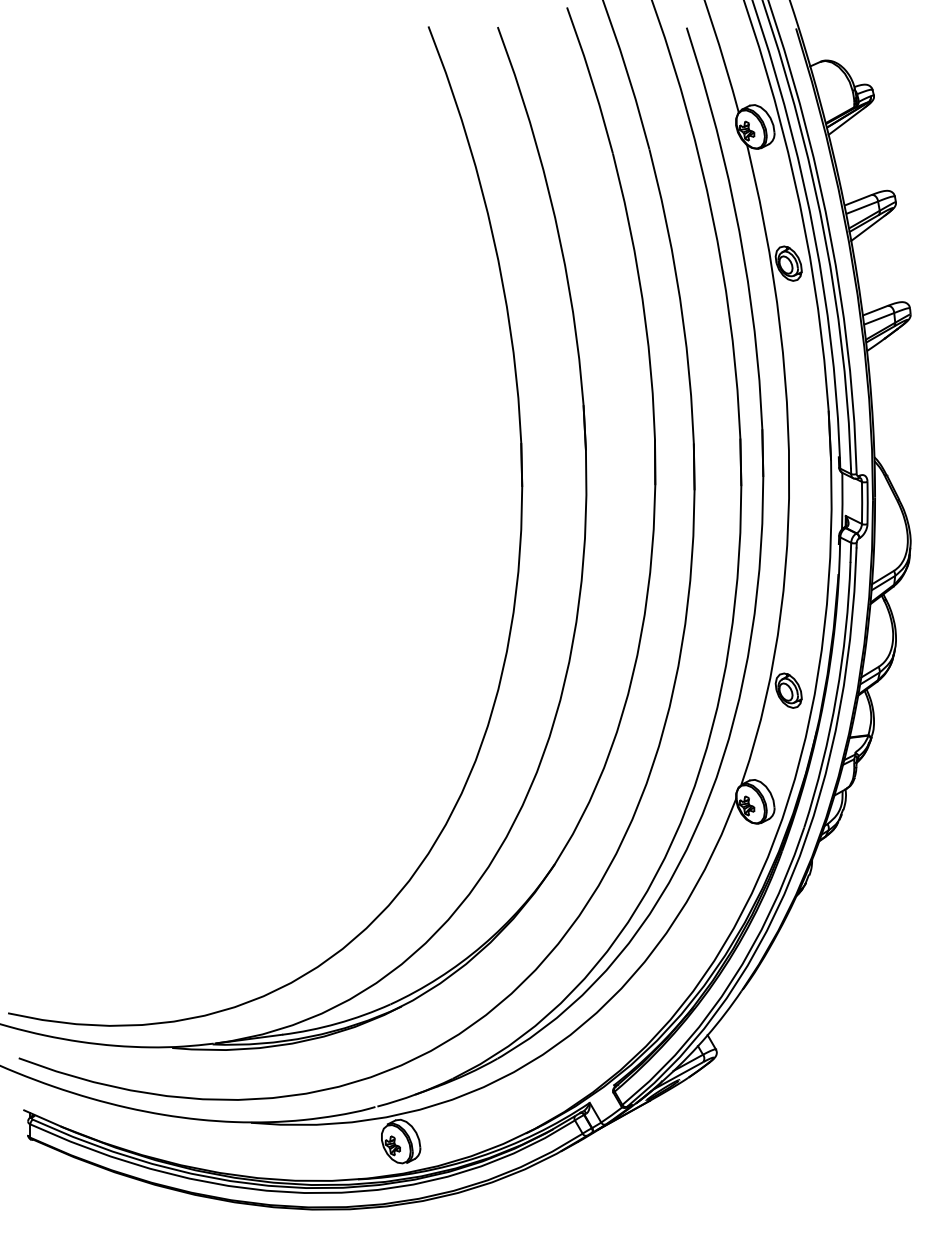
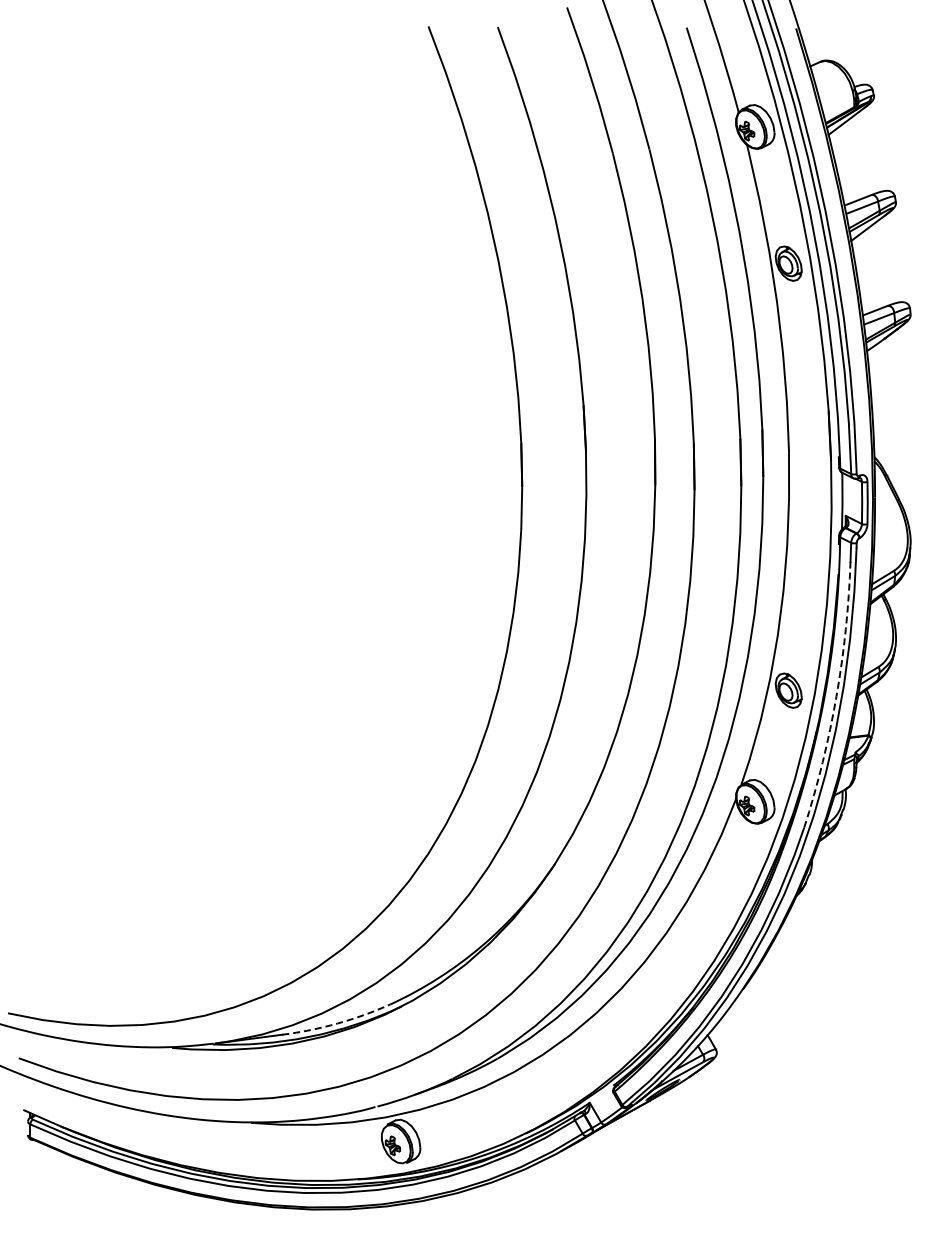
arc at (836, 696): solid -> dashed
arc at (337, 1023): solid -> dashed
